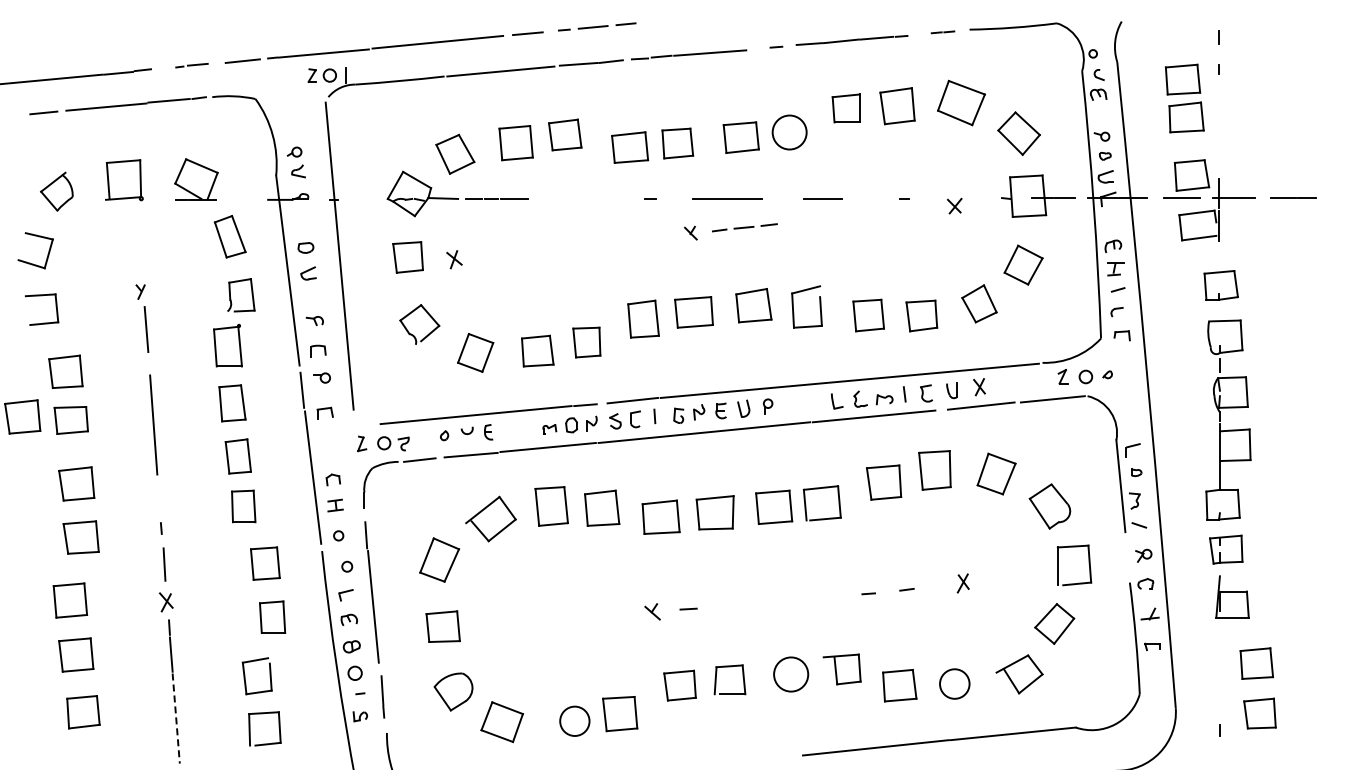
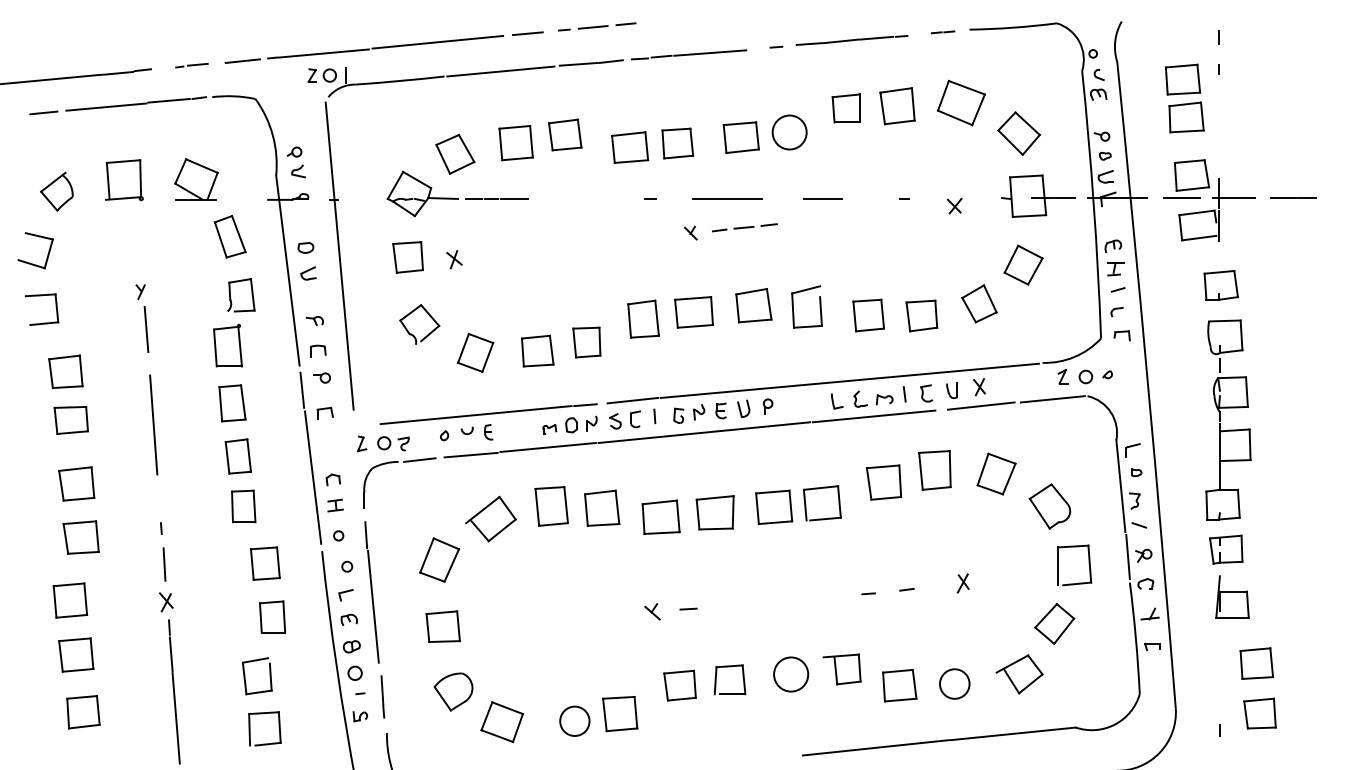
part at (22, 416): present -> none
line at (1127, 556): none -> present
line at (176, 719): dashed -> solid
